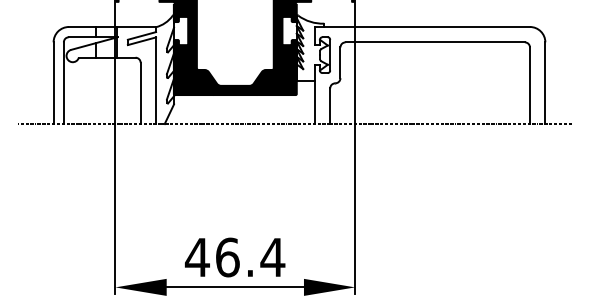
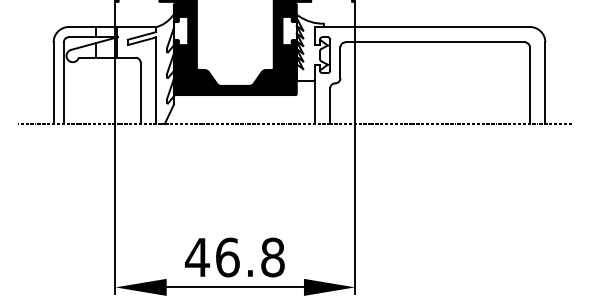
text at (272, 257): 46.4 -> 46.8
